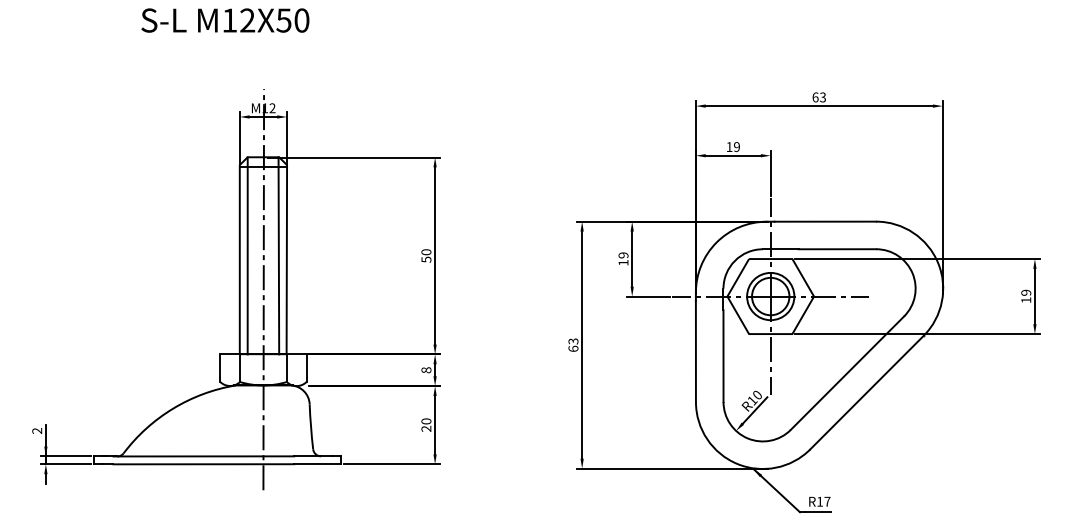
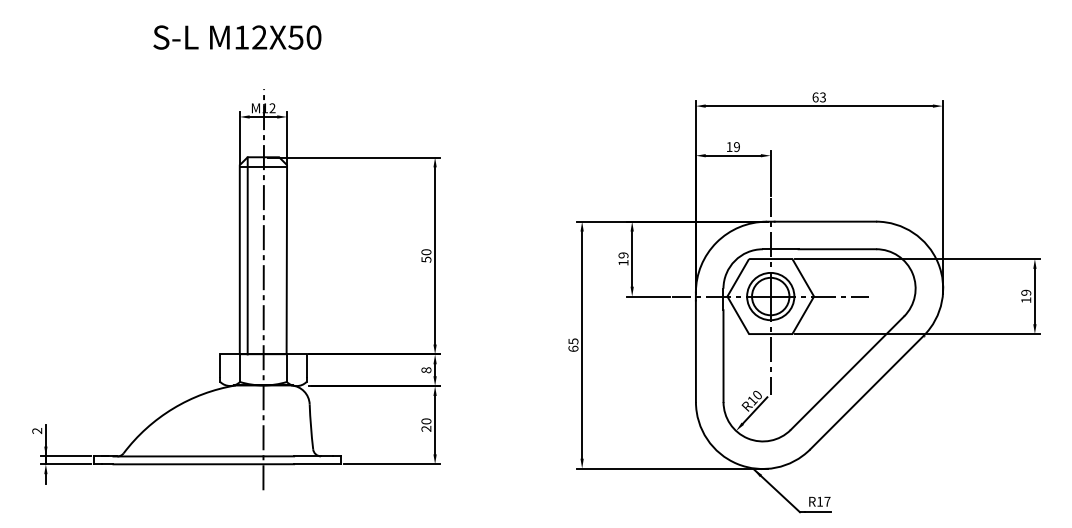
text at (225, 20) position: (225, 20) -> (237, 37)
line at (278, 255): present -> none
text at (572, 341): 63 -> 65
